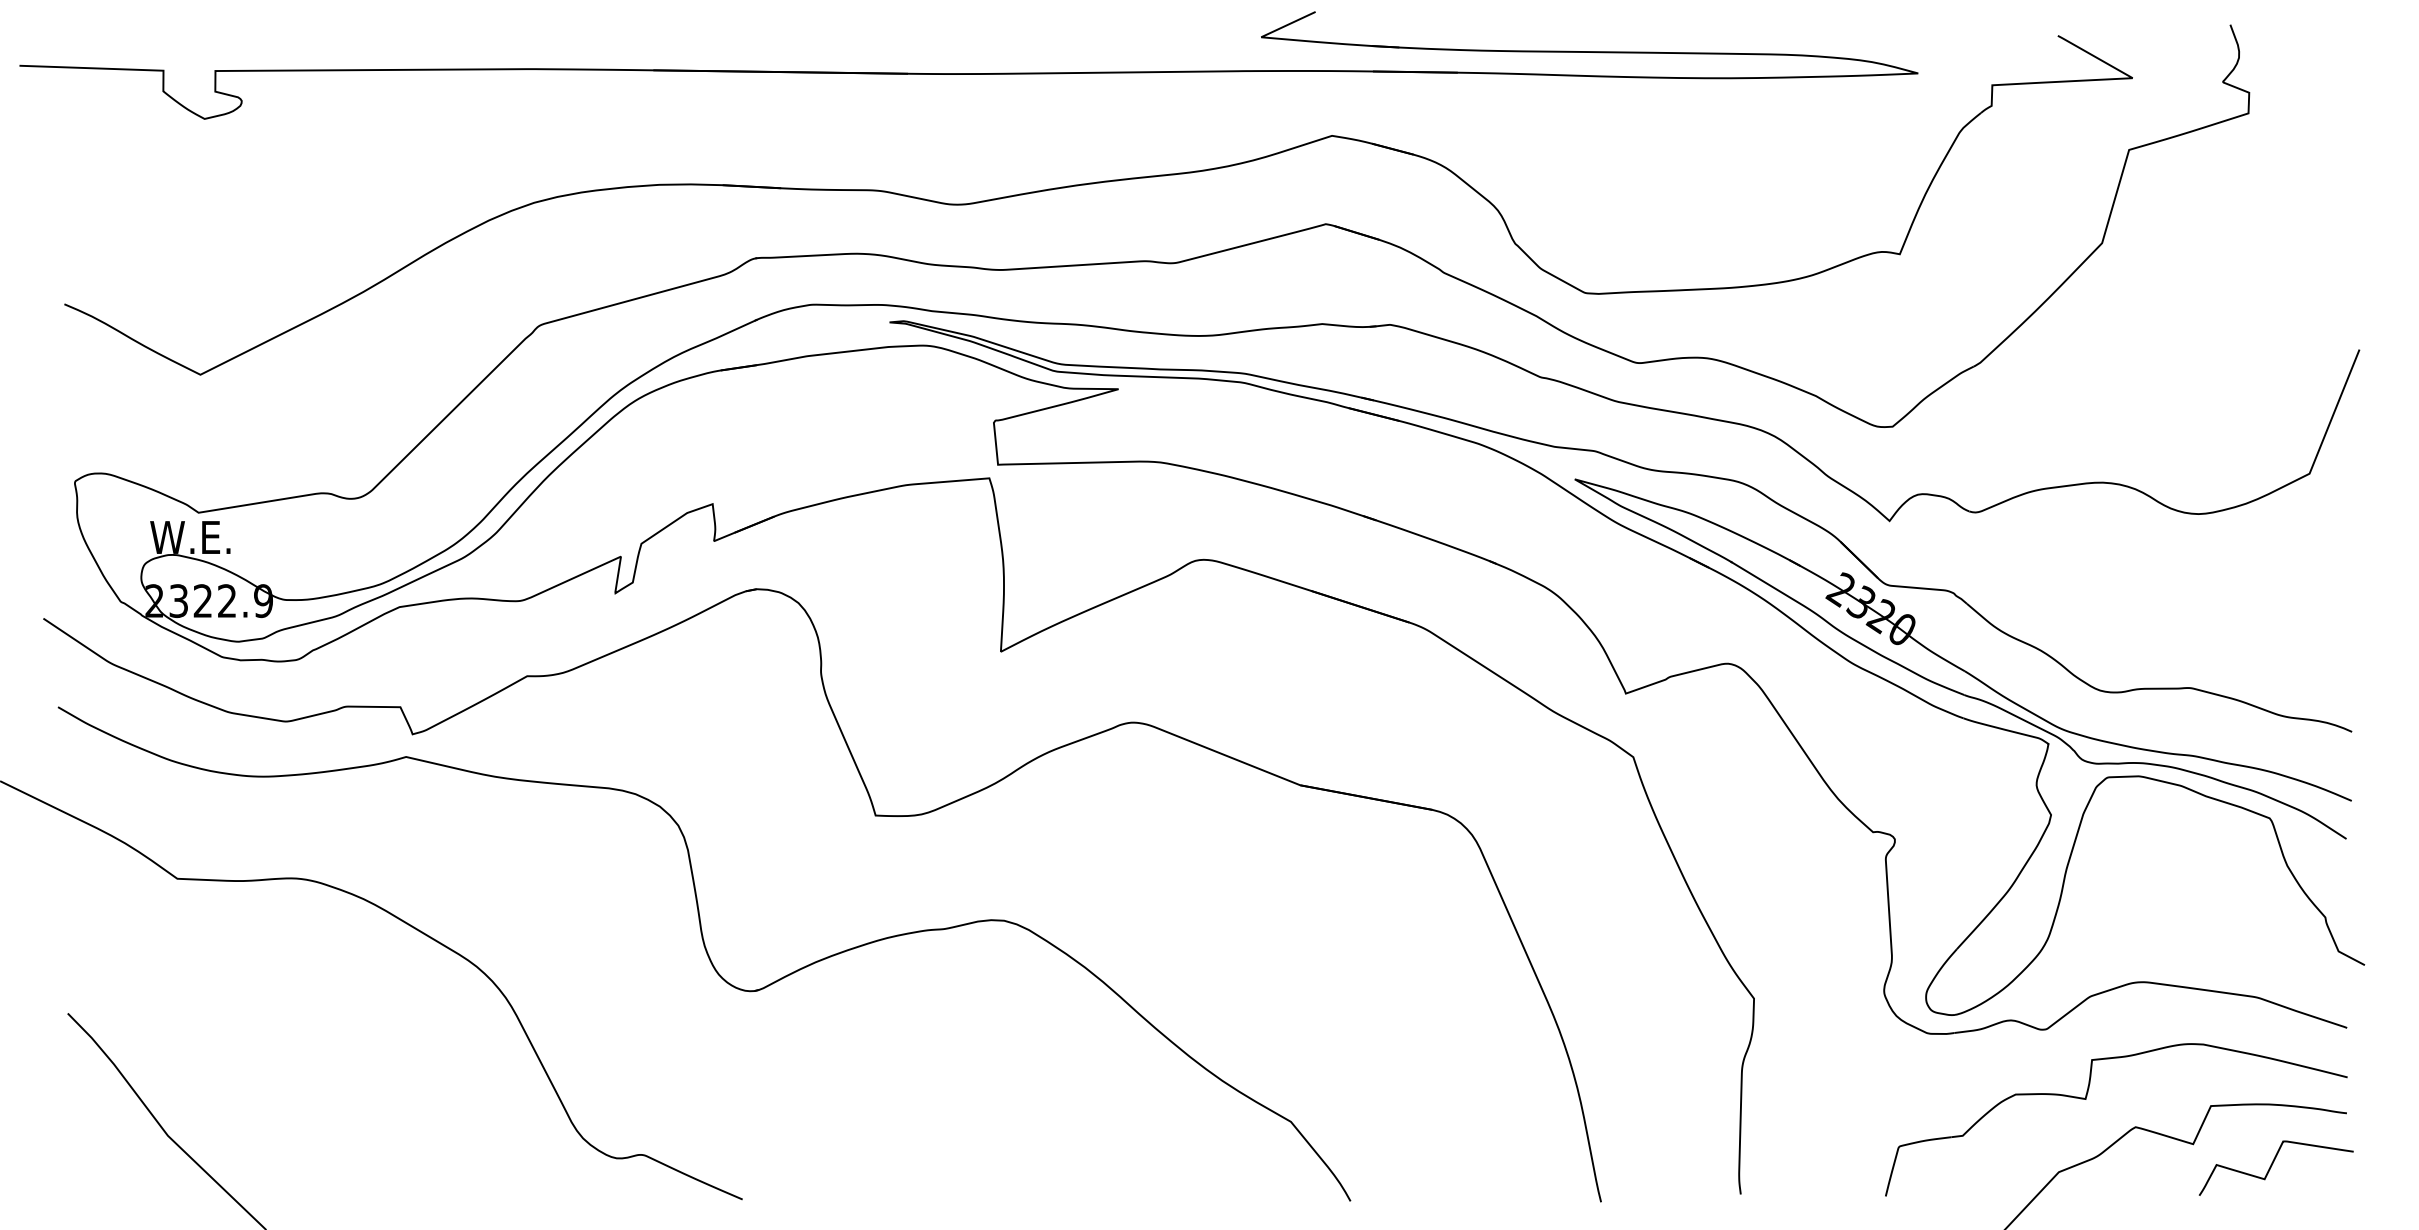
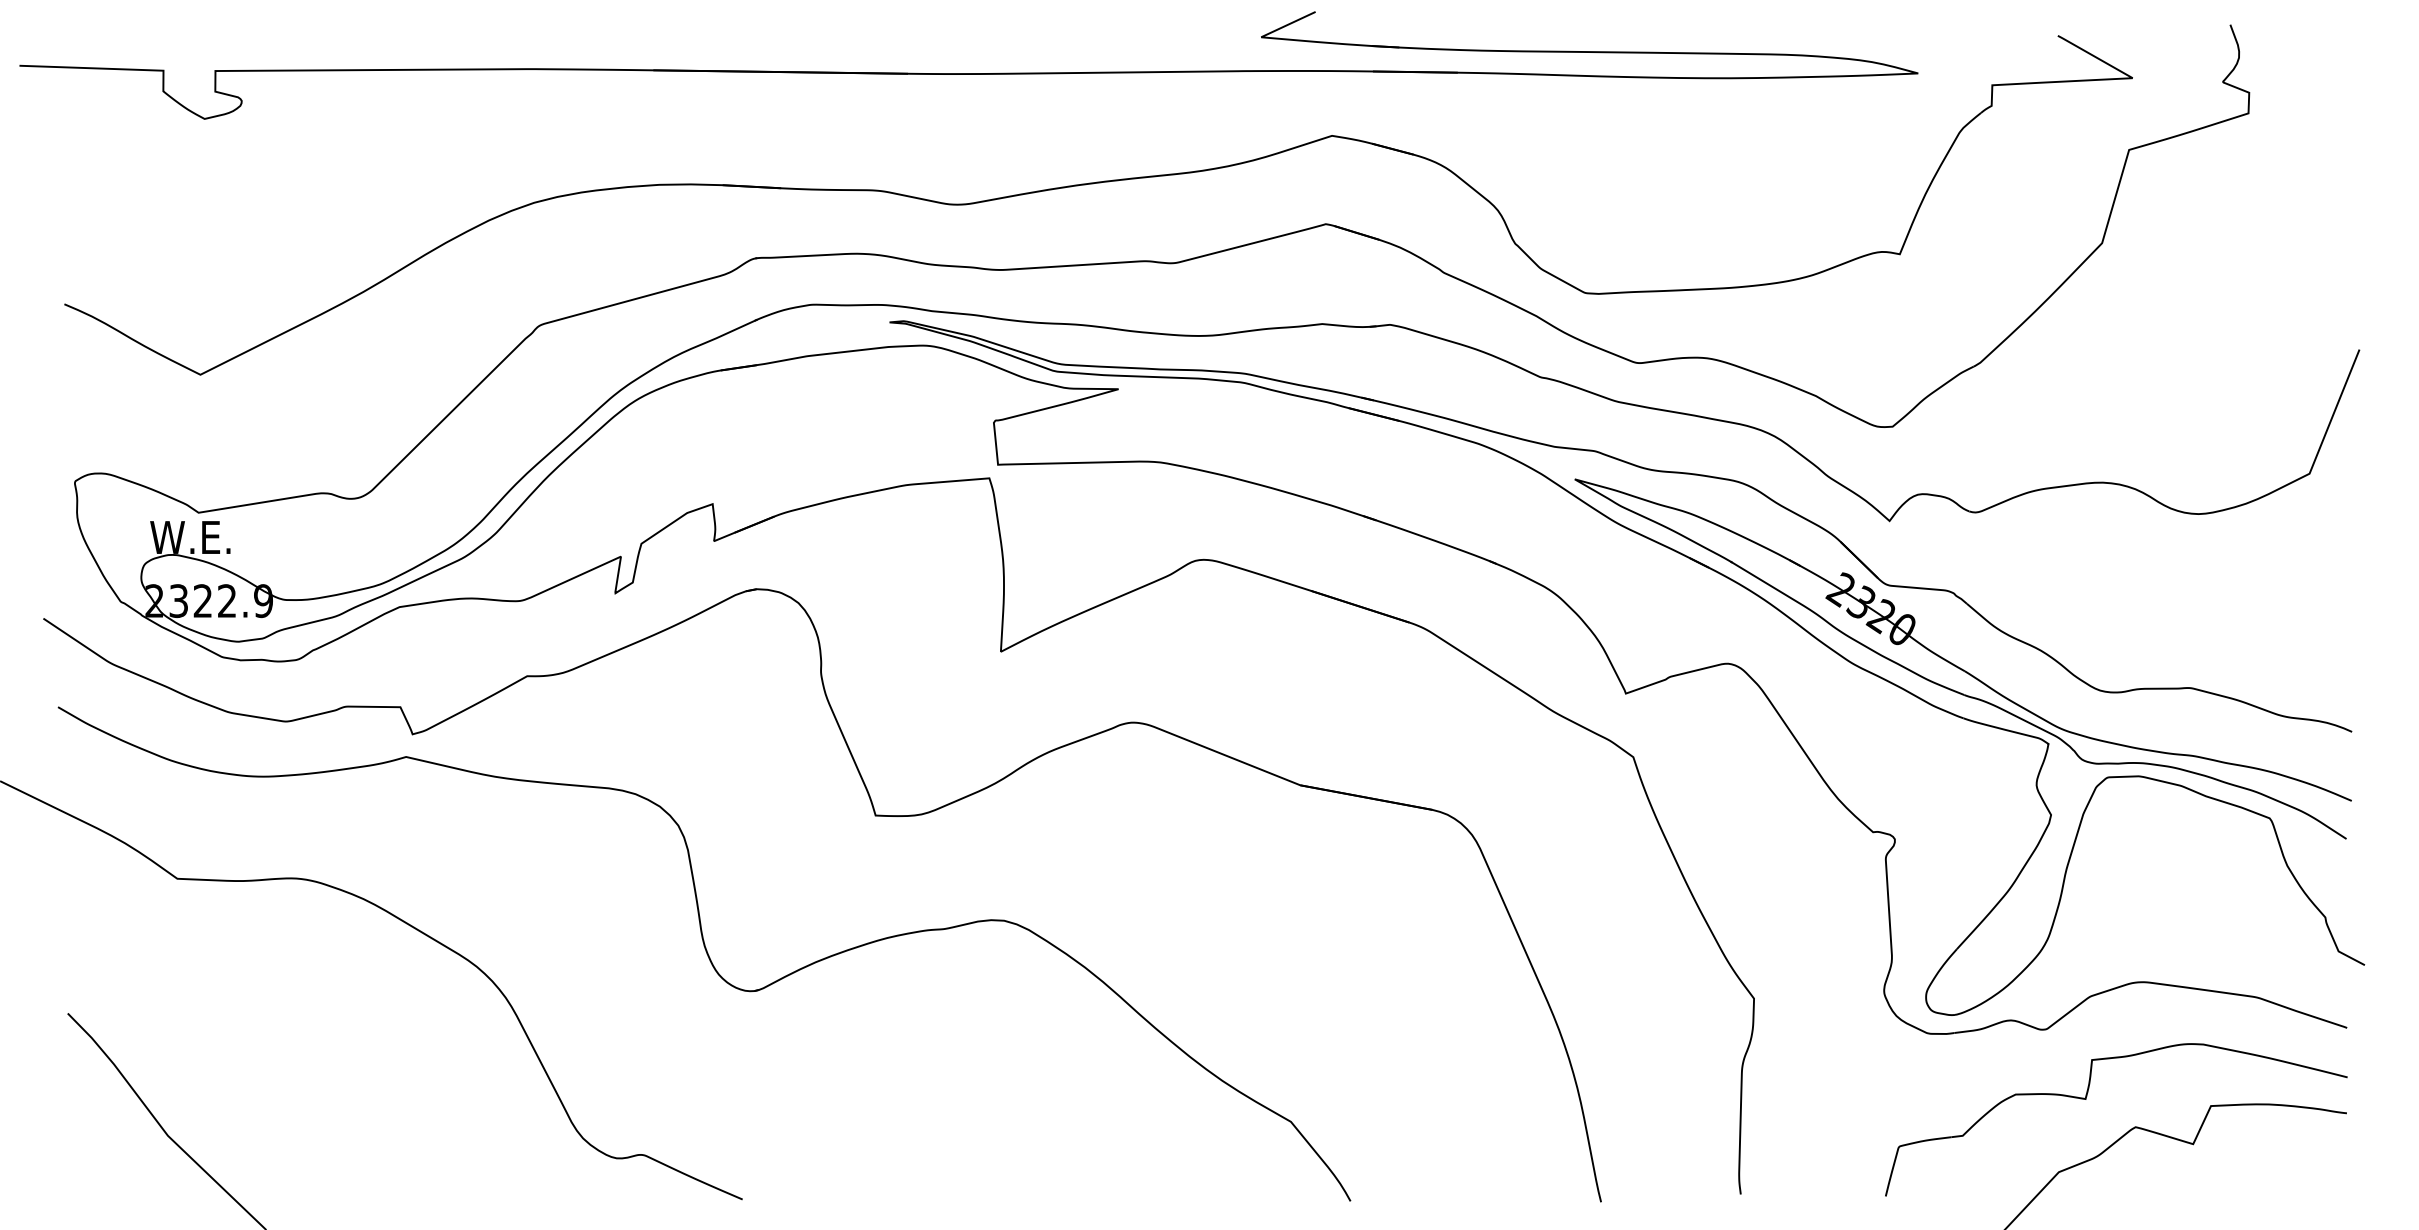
curve at (2272, 1165): present -> none
